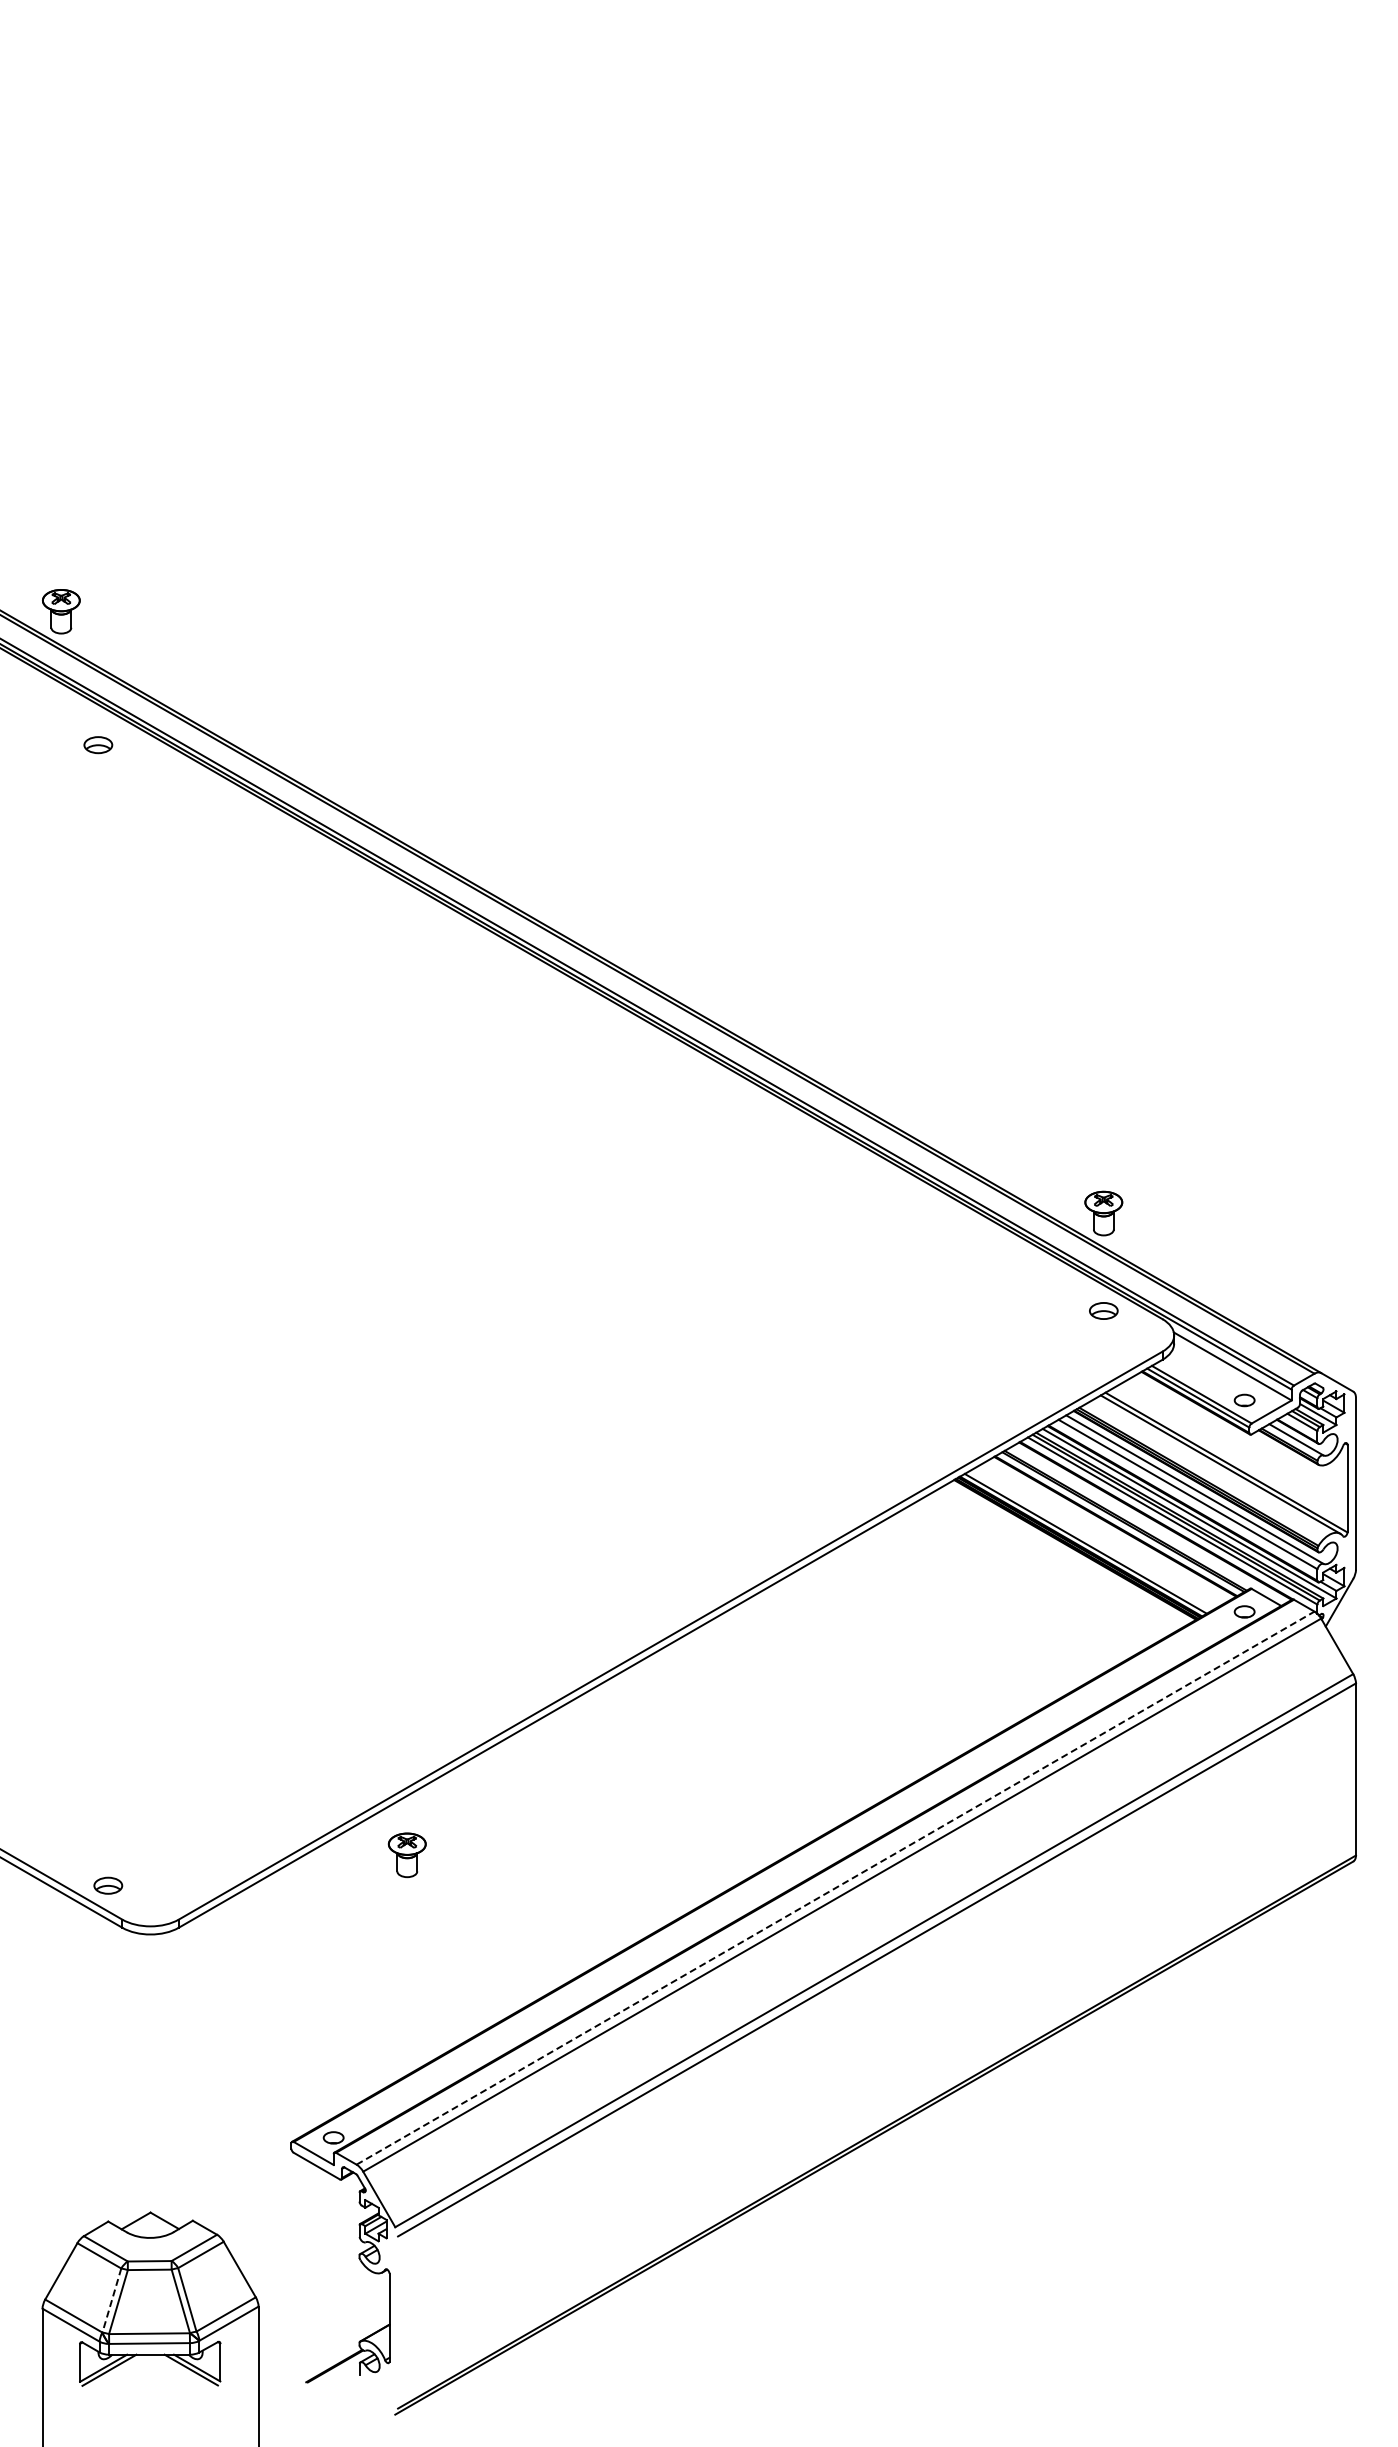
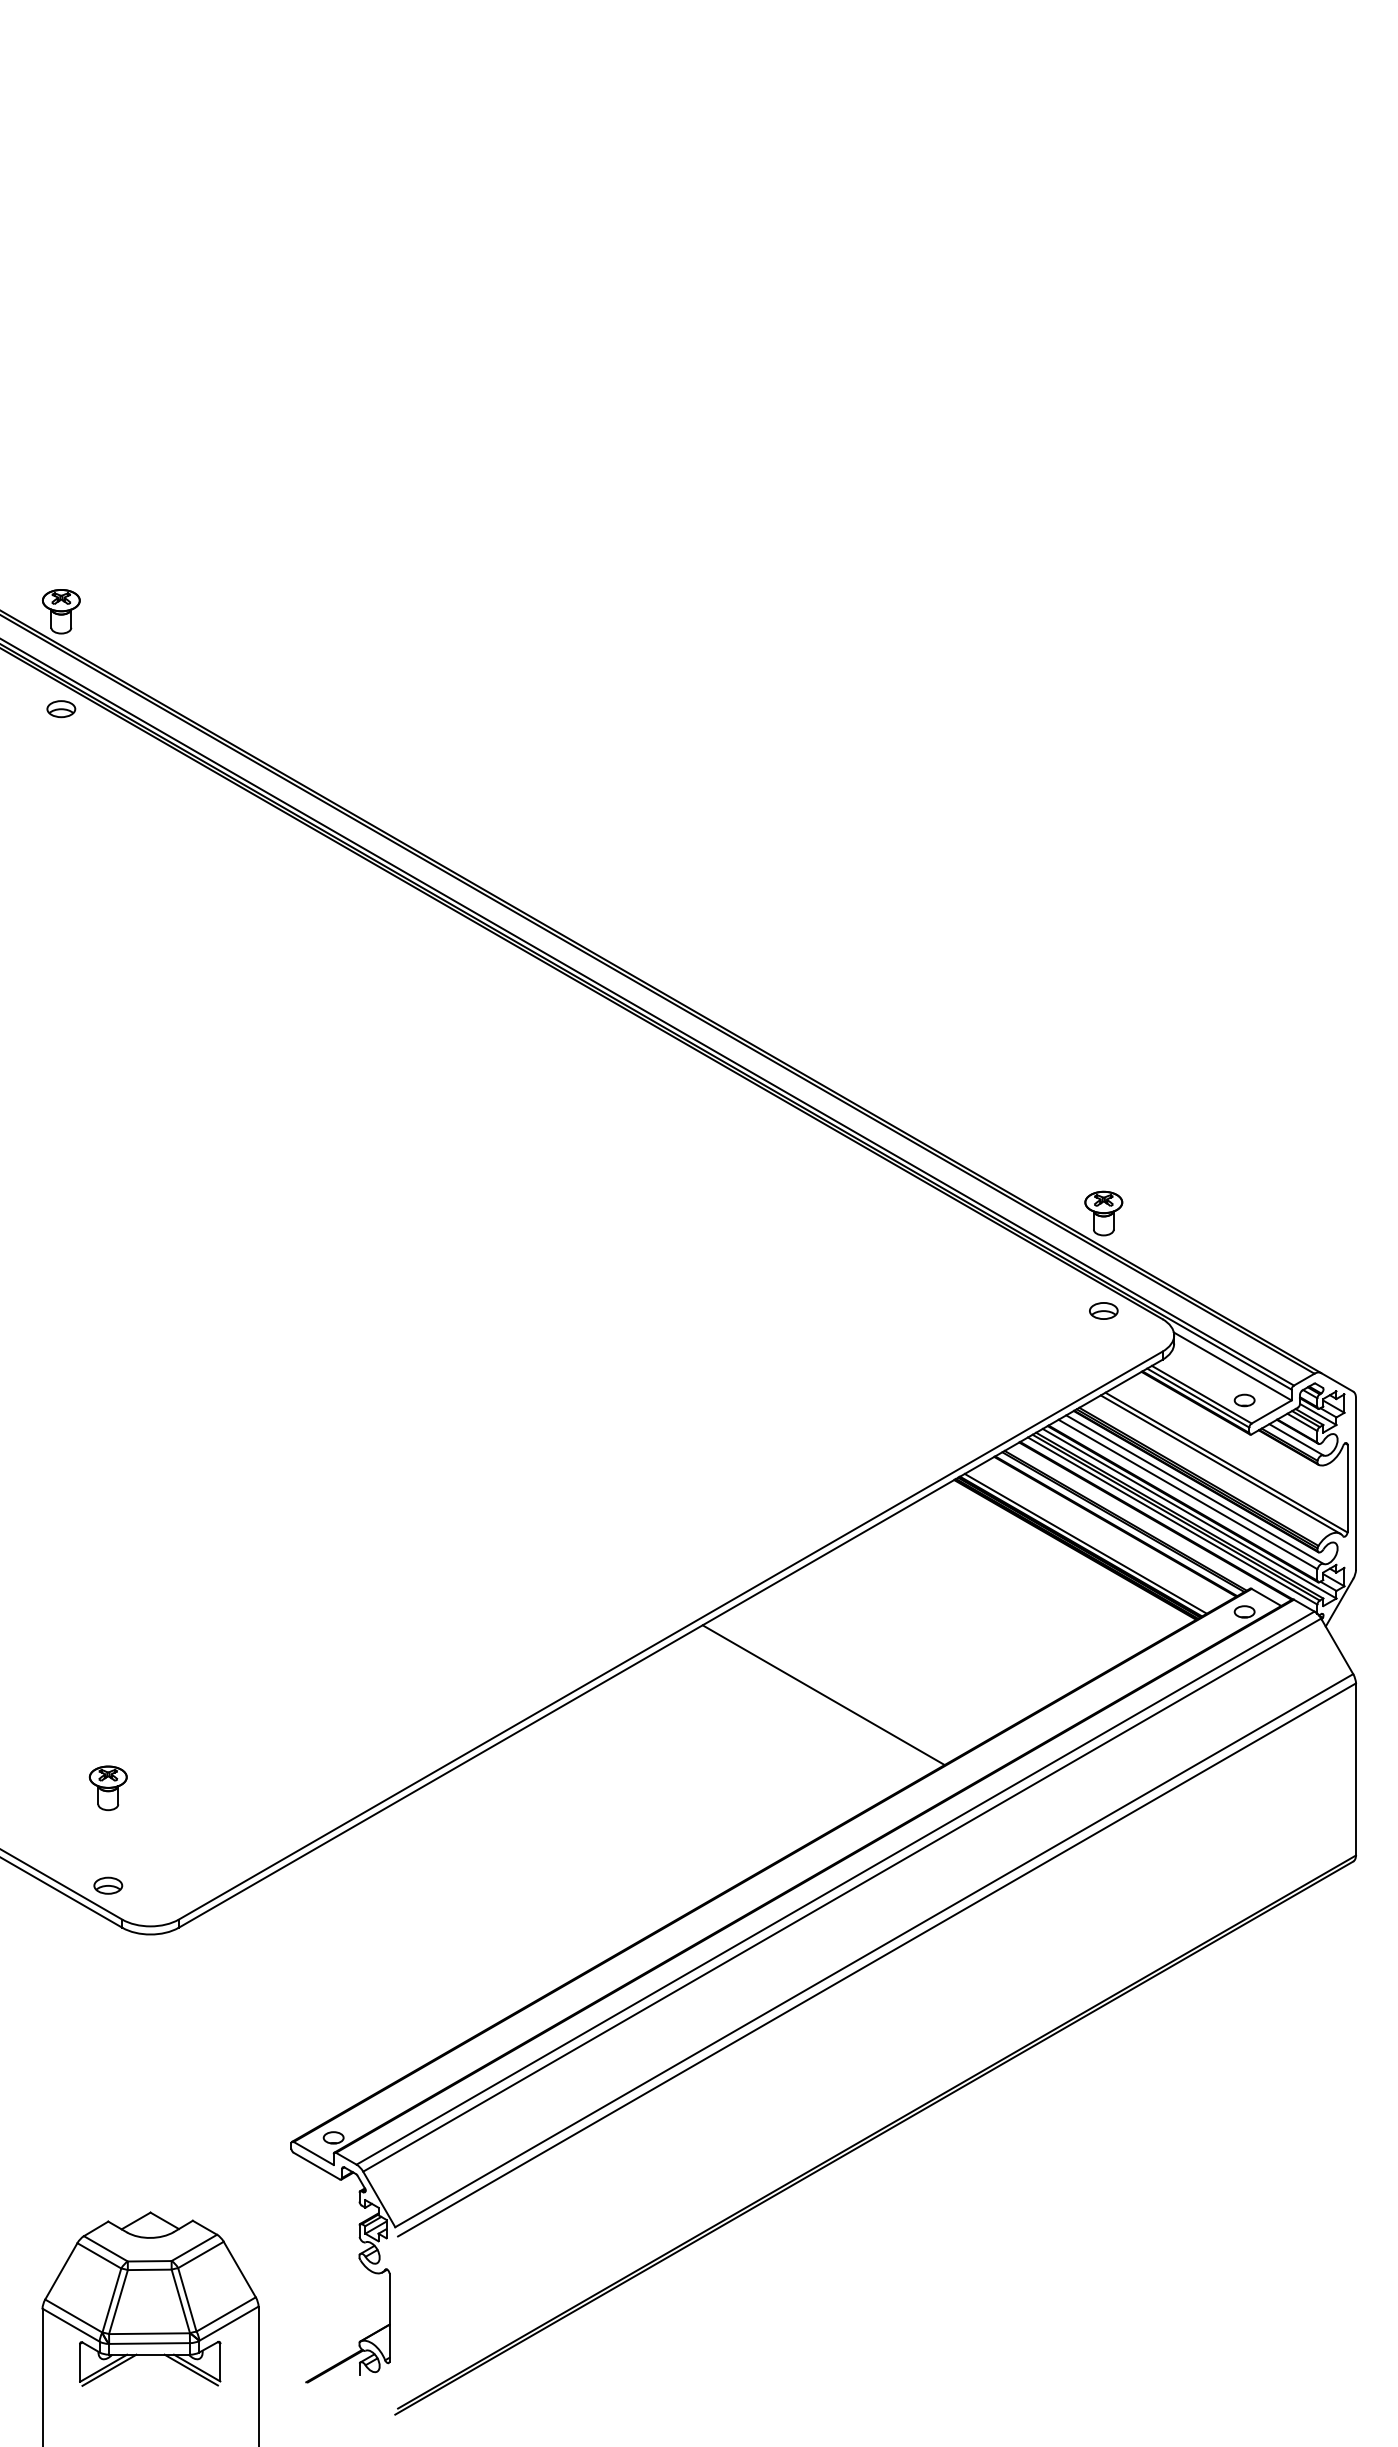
part at (98, 745) position: (98, 745) -> (61, 709)
line at (823, 1695): none -> present
part at (406, 1855) position: (406, 1855) -> (107, 1788)
line at (835, 1887): dashed -> solid
line at (111, 2301): dashed -> solid
